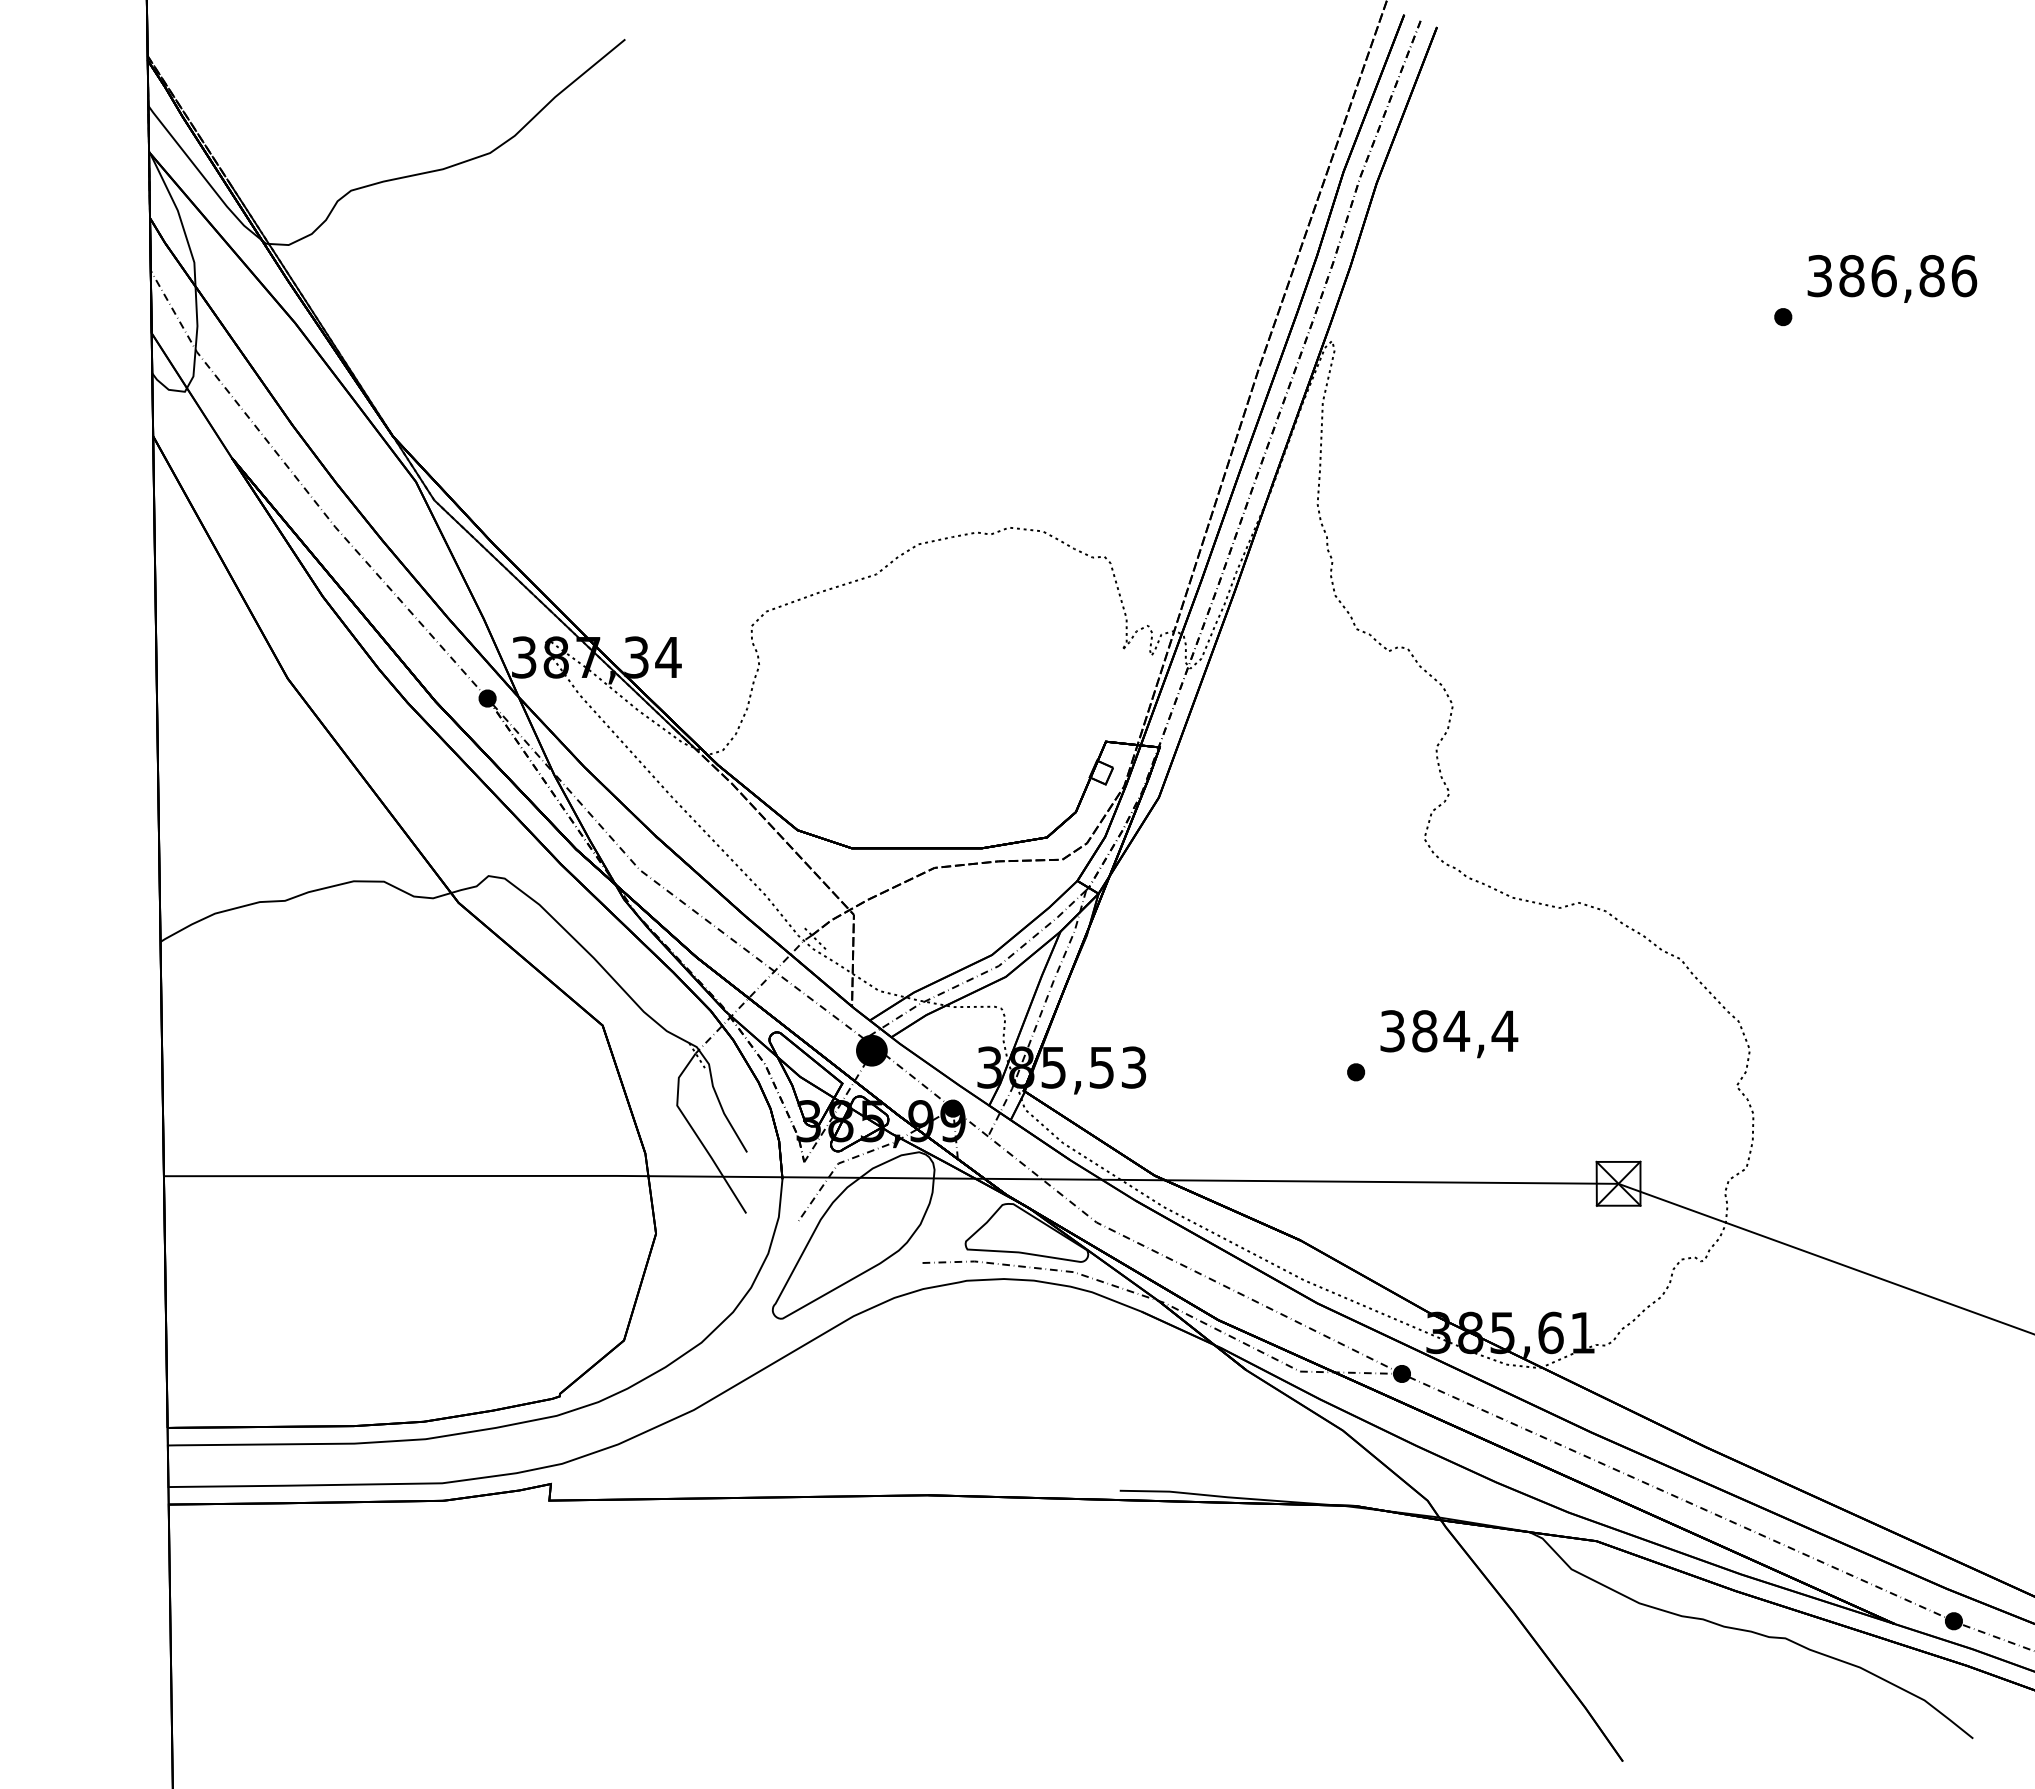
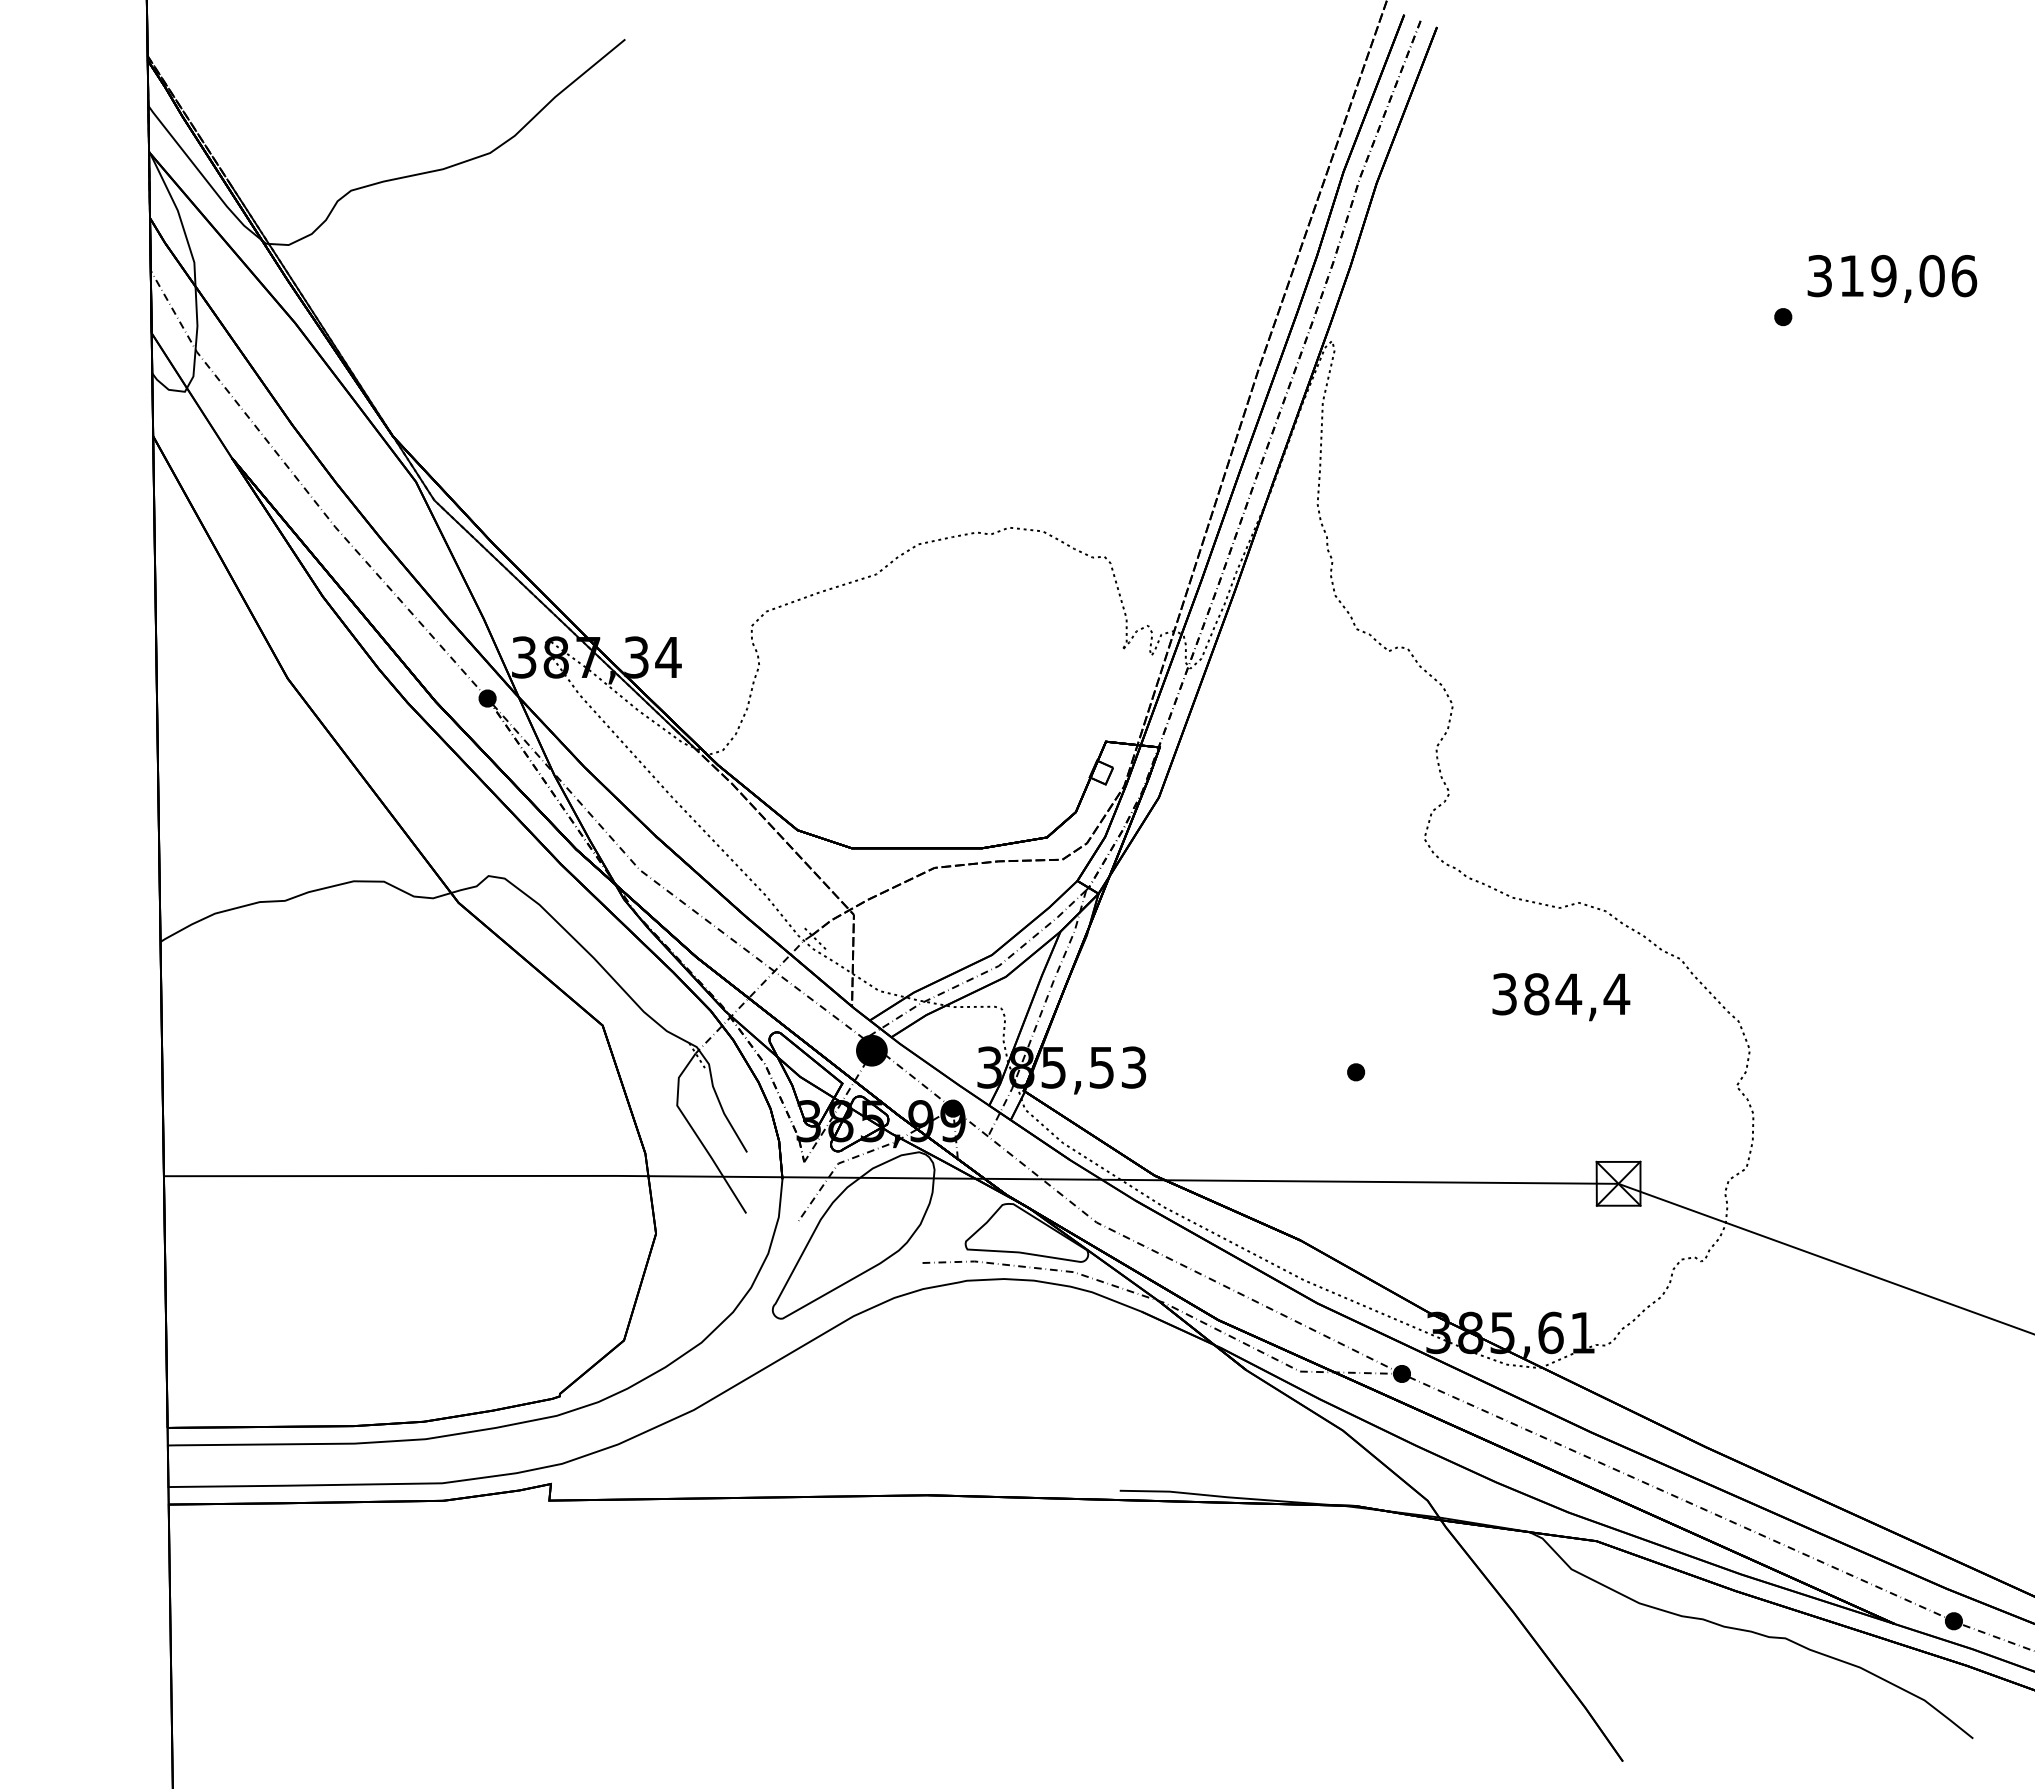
text at (1891, 276): 386,86 -> 319,06
text at (1449, 1034) position: (1449, 1034) -> (1561, 997)
